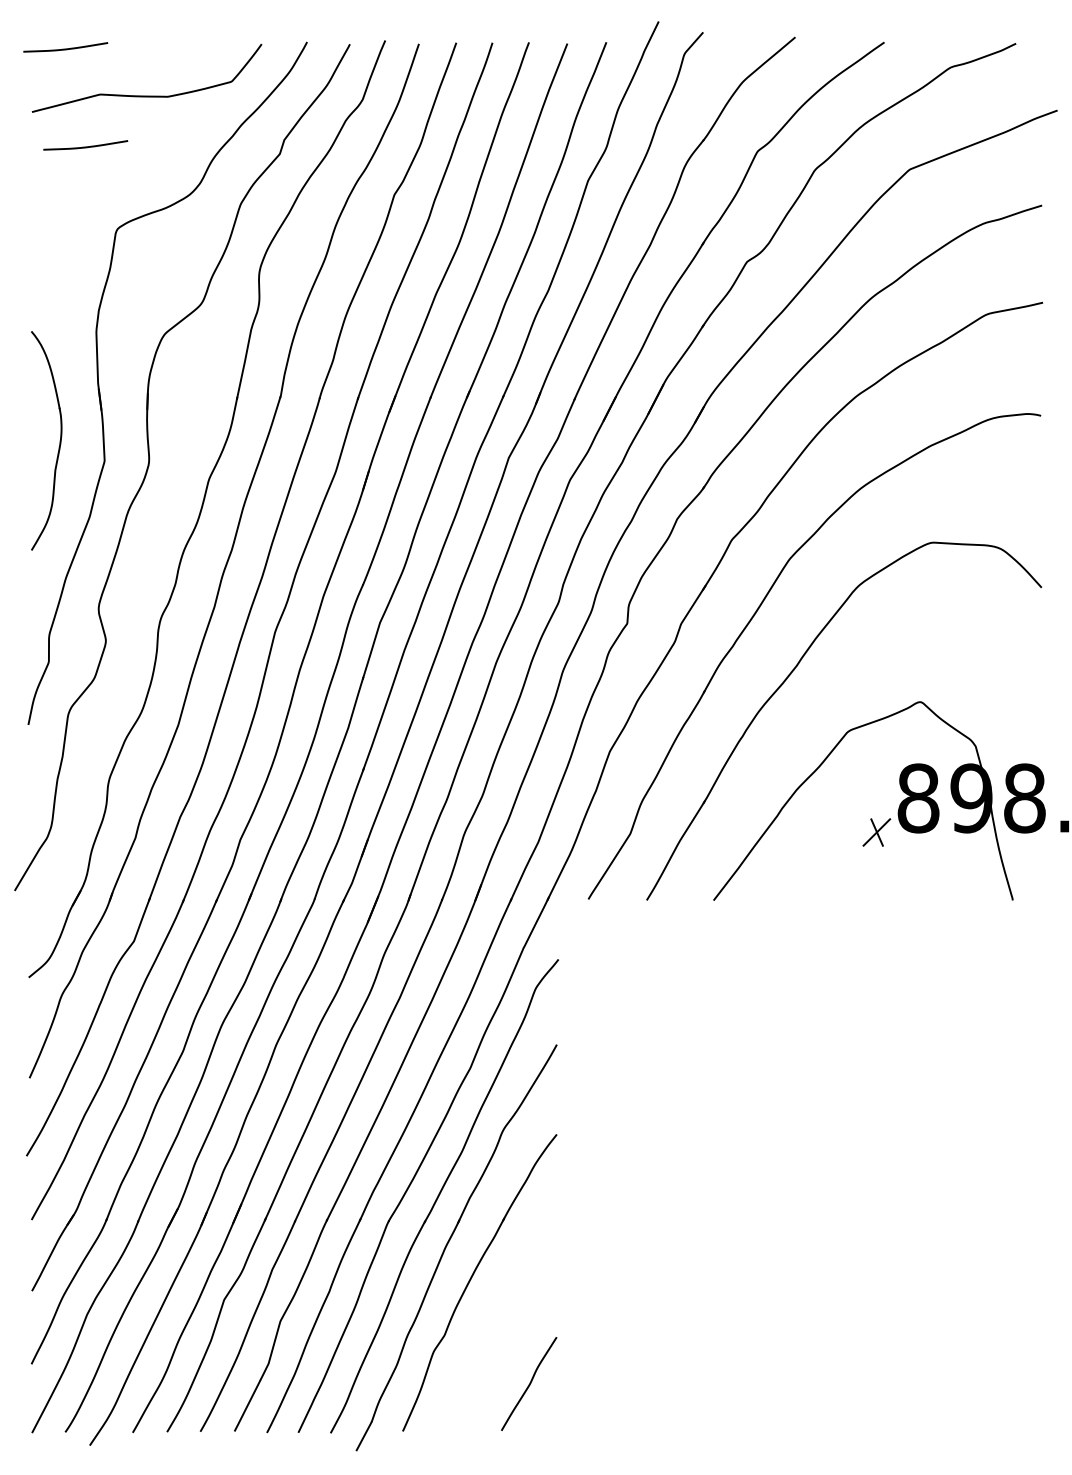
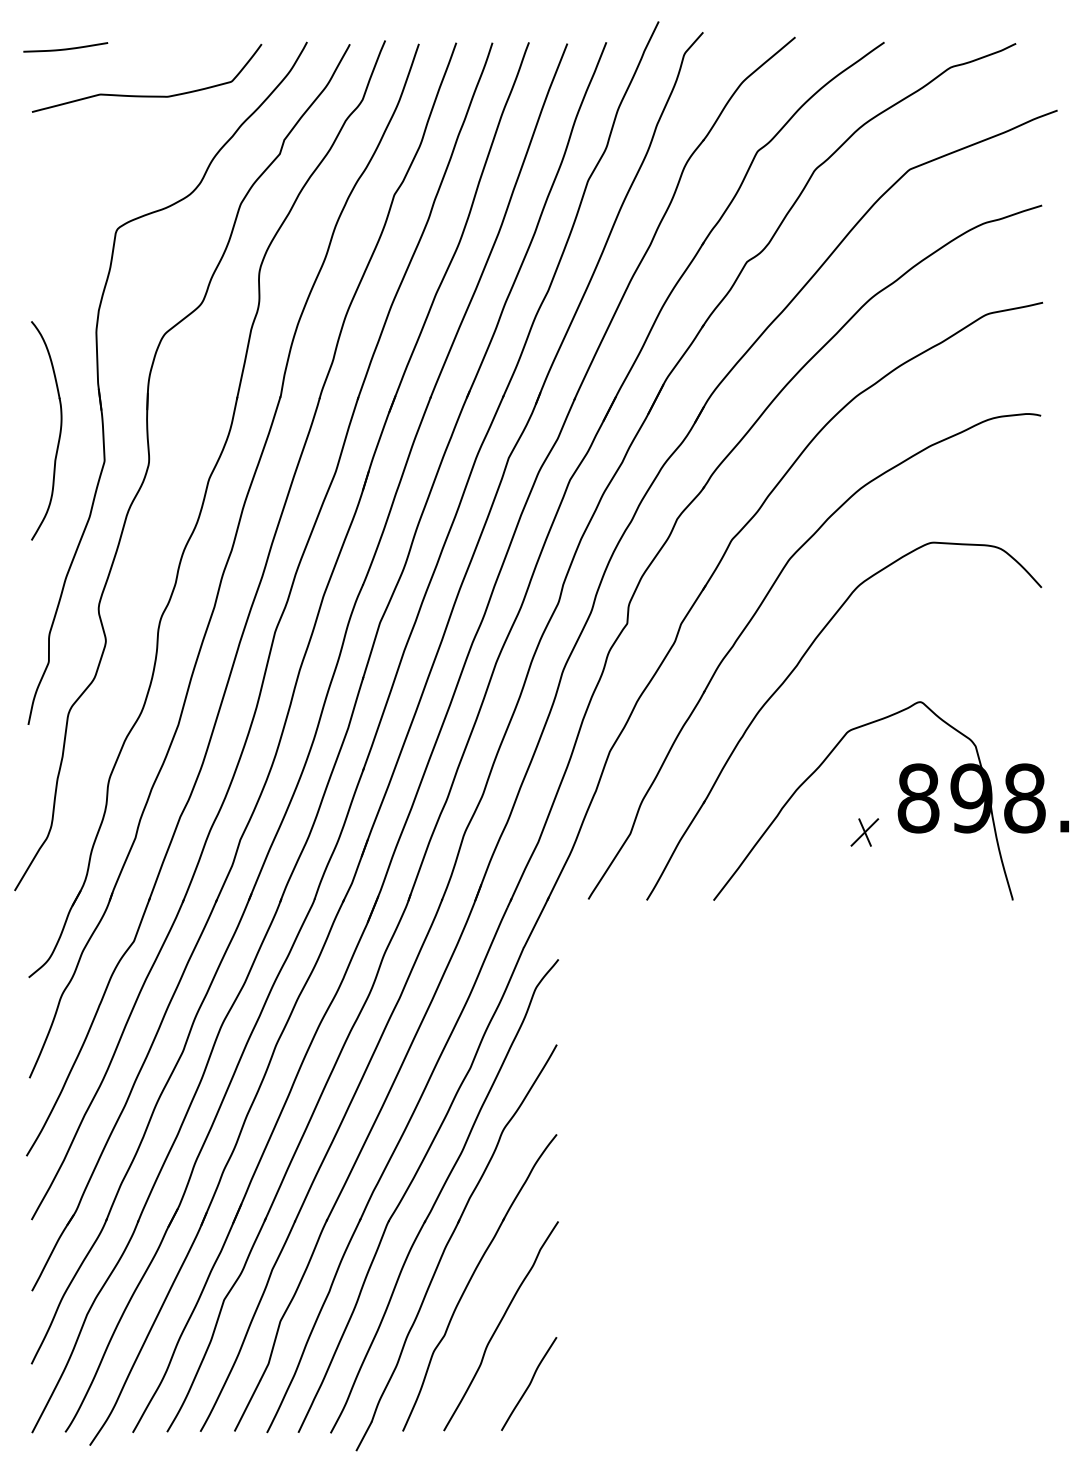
curve at (85, 146): present -> none
part at (59, 440) position: (59, 440) -> (59, 430)
part at (876, 832) position: (876, 832) -> (864, 832)
curve at (499, 1325): none -> present
